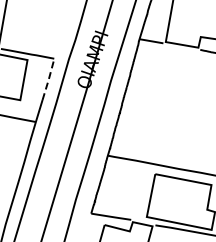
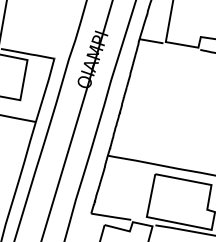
line at (49, 78): dashed -> solid
